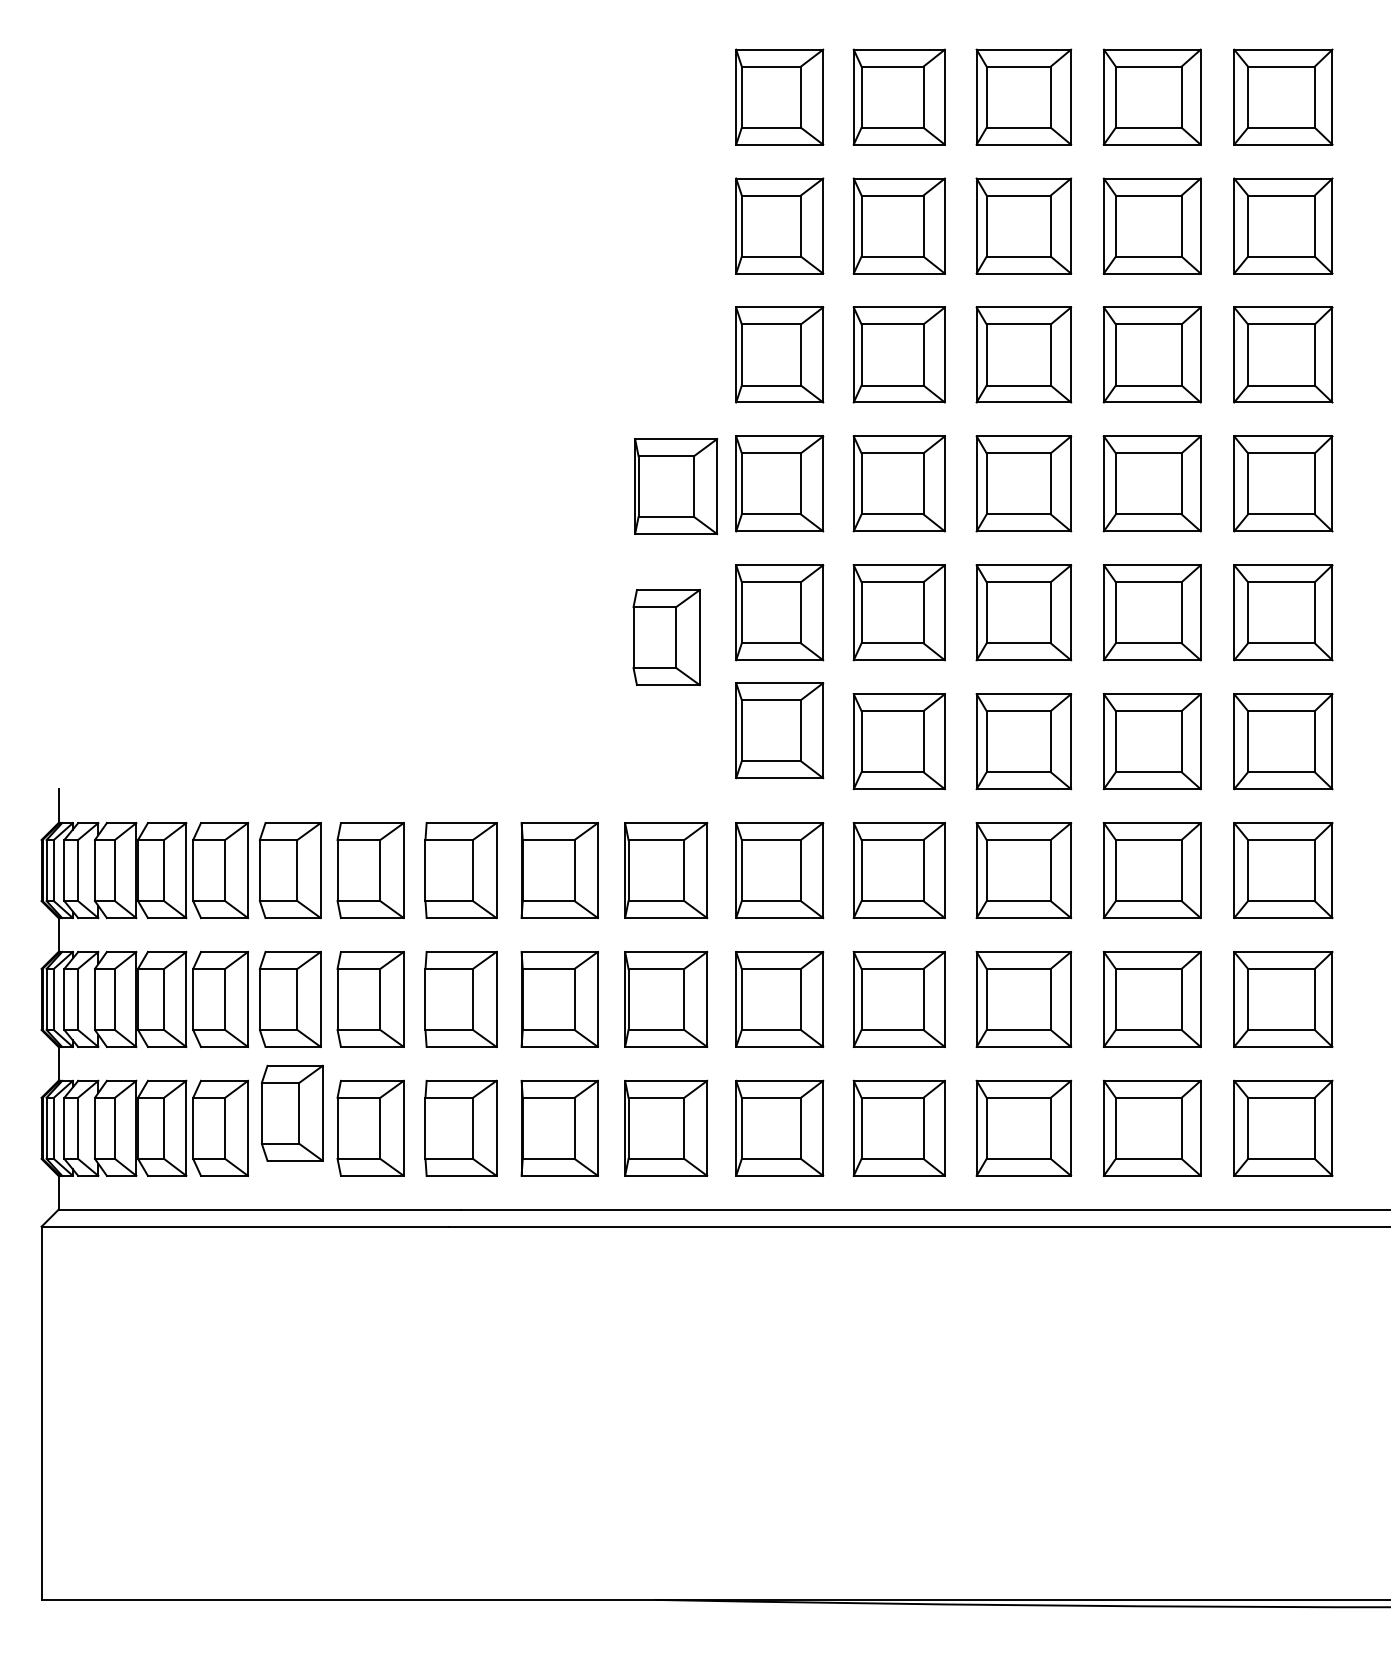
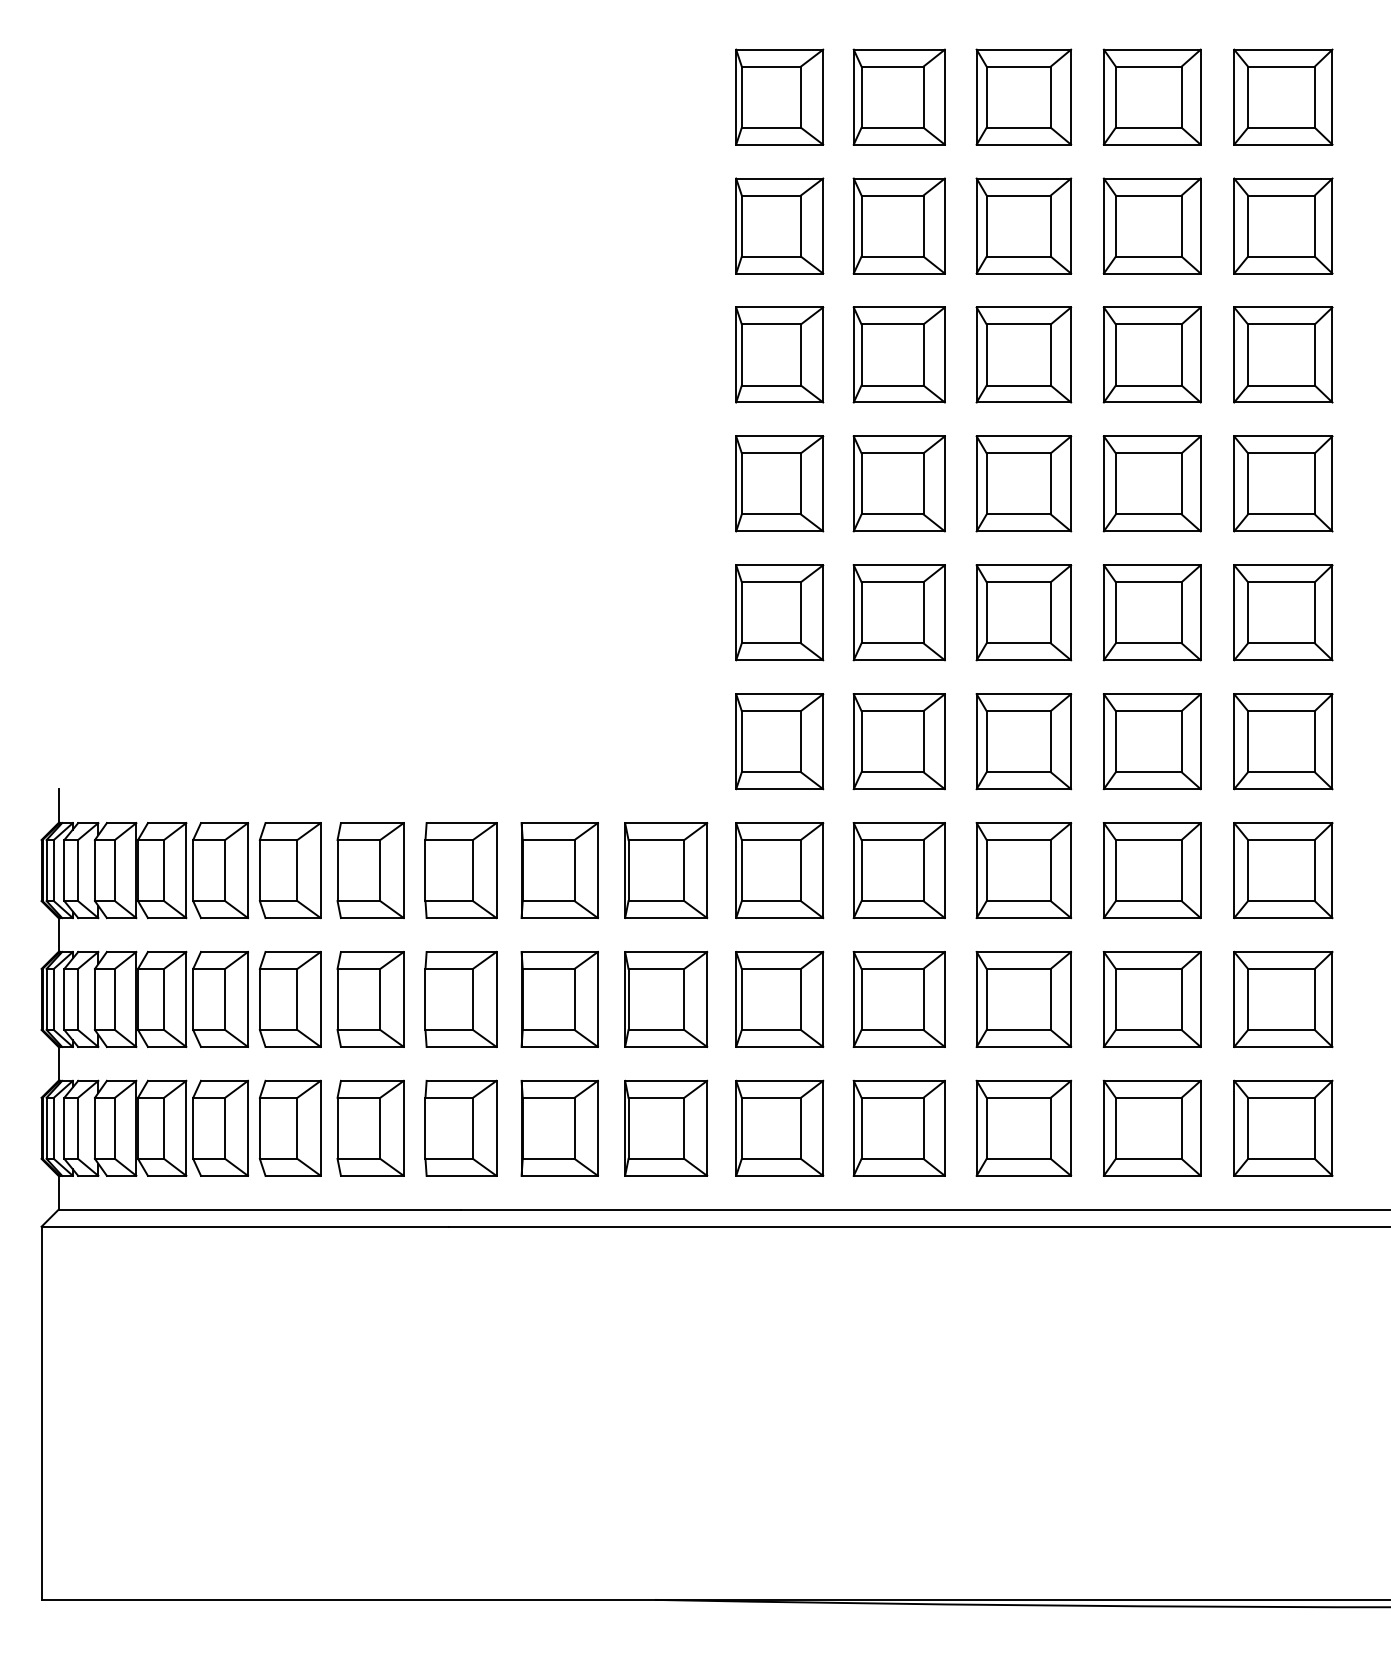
part at (676, 486): present -> none
part at (666, 637): present -> none
part at (779, 730) position: (779, 730) -> (779, 741)
part at (291, 1112) position: (291, 1112) -> (289, 1127)
